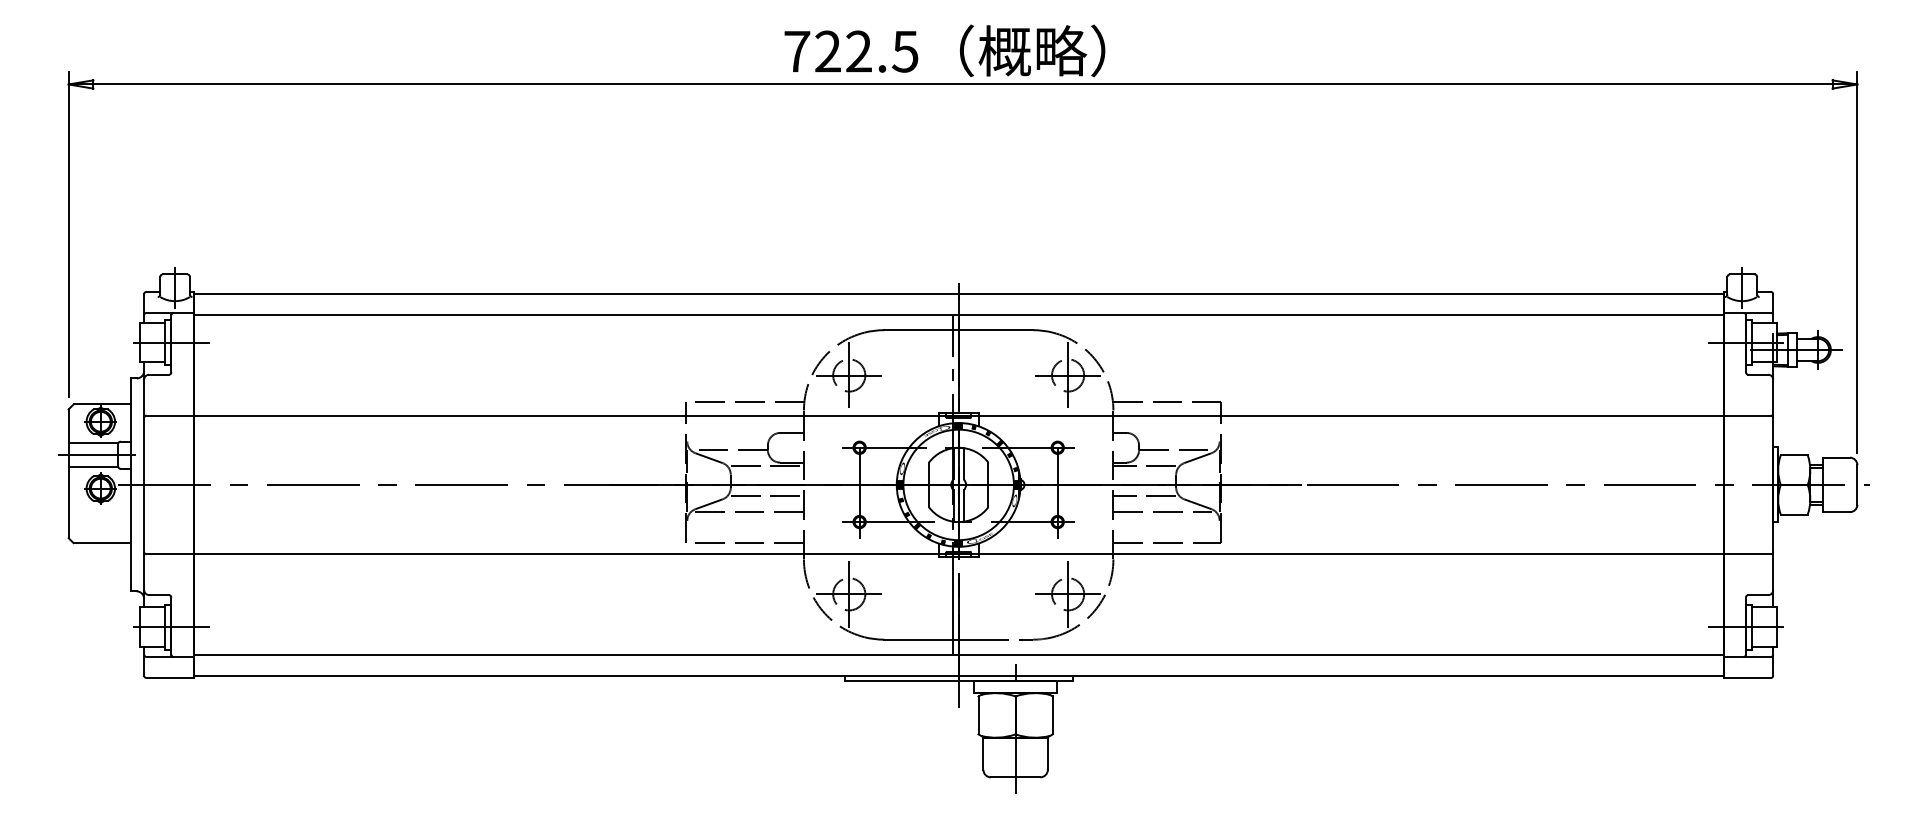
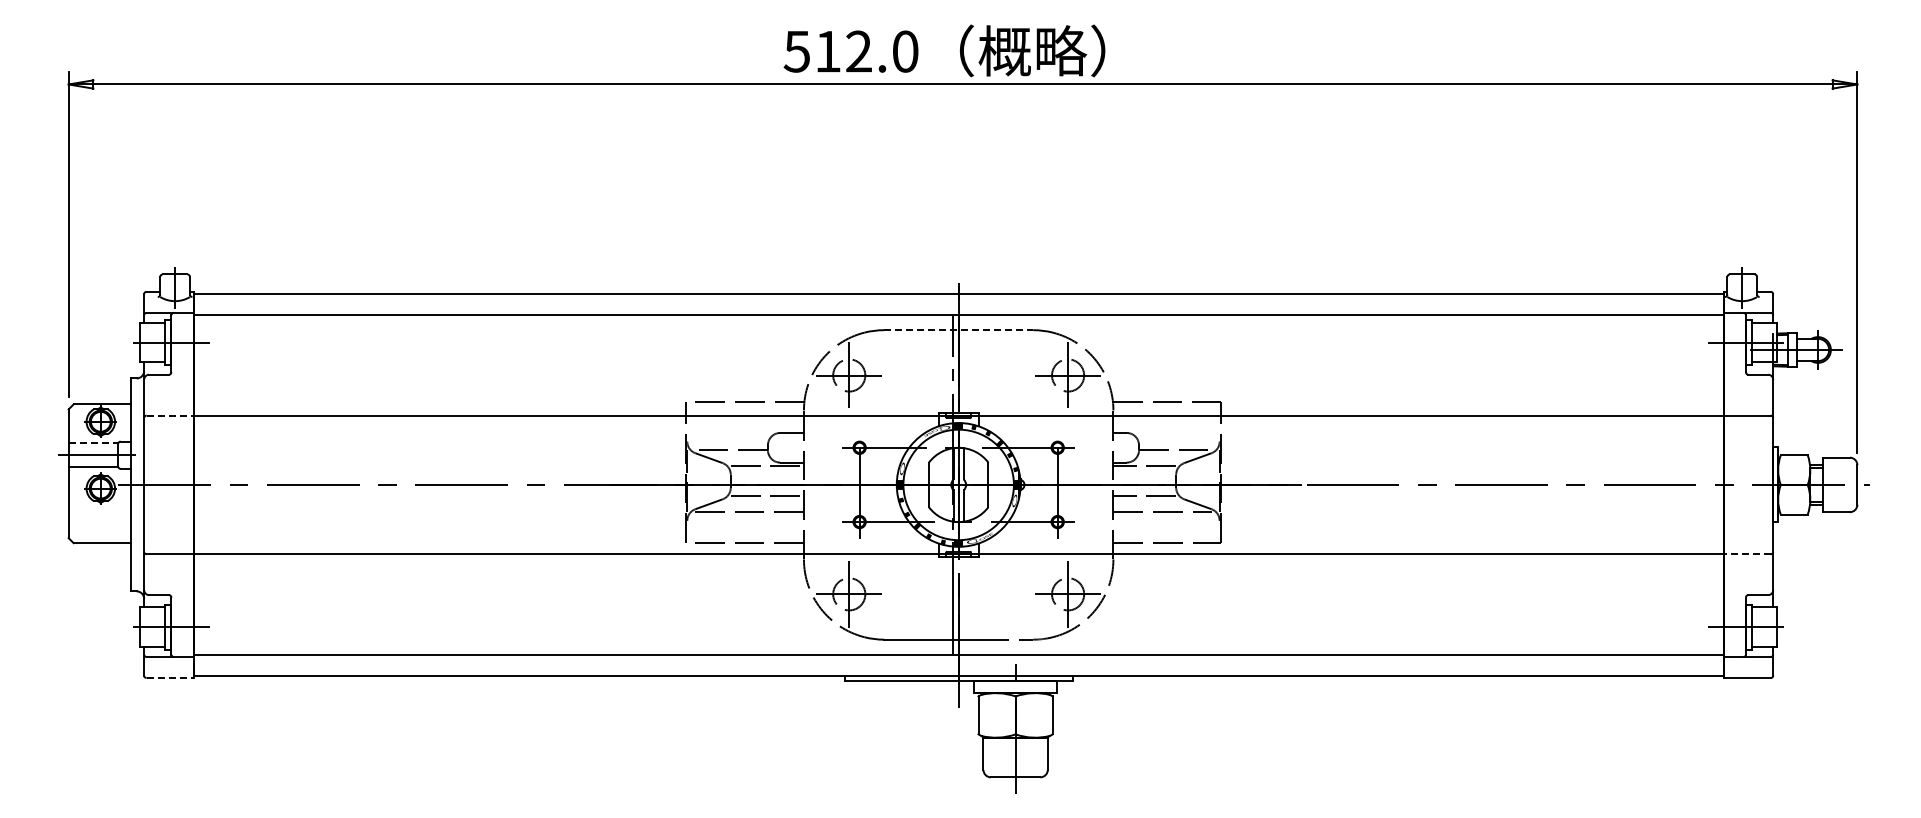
text at (850, 51): 722.5 -> 512.0
line at (958, 330): solid -> dashed
line at (170, 415): solid -> dashed
line at (93, 443): solid -> dashed
line at (1747, 554): solid -> dashed
line at (170, 678): solid -> dashed
